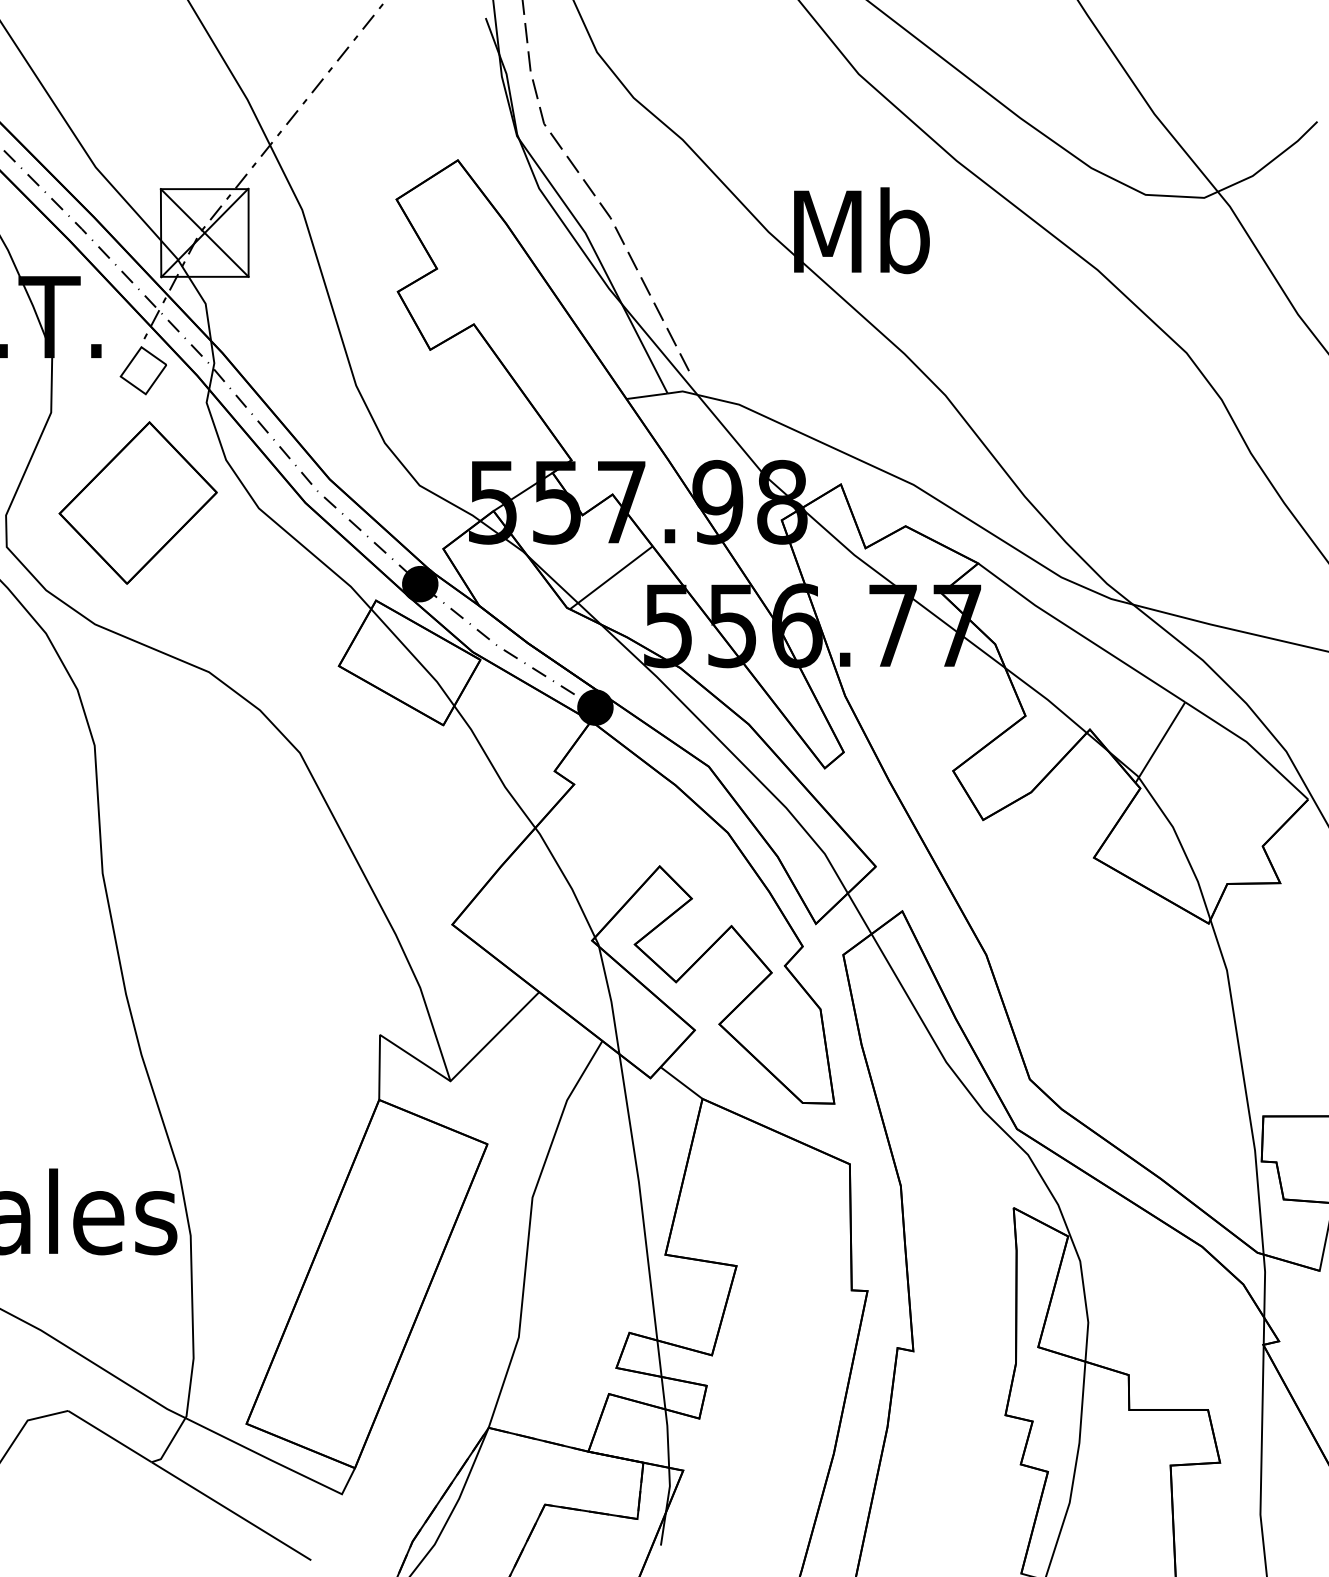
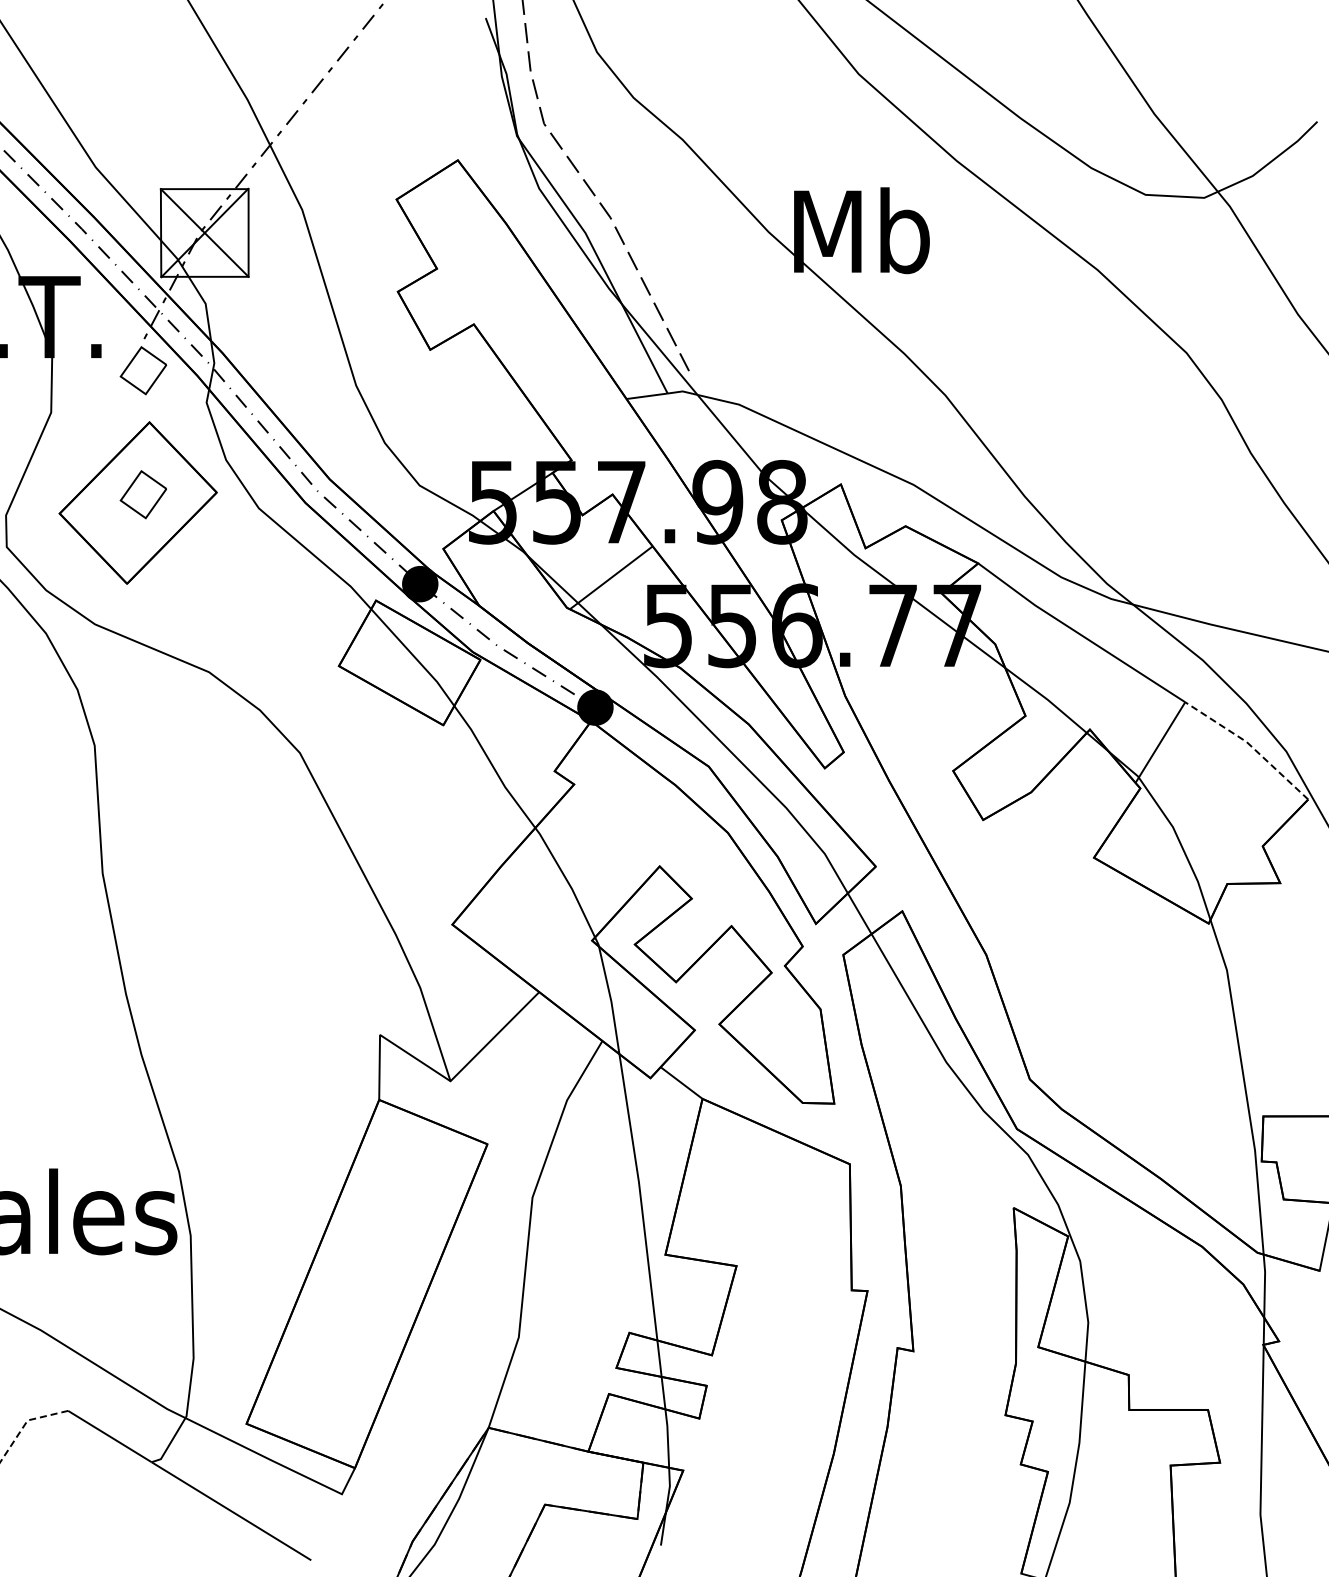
part at (142, 494): none -> present
line at (1250, 745): solid -> dashed
line at (25, 1423): solid -> dashed
